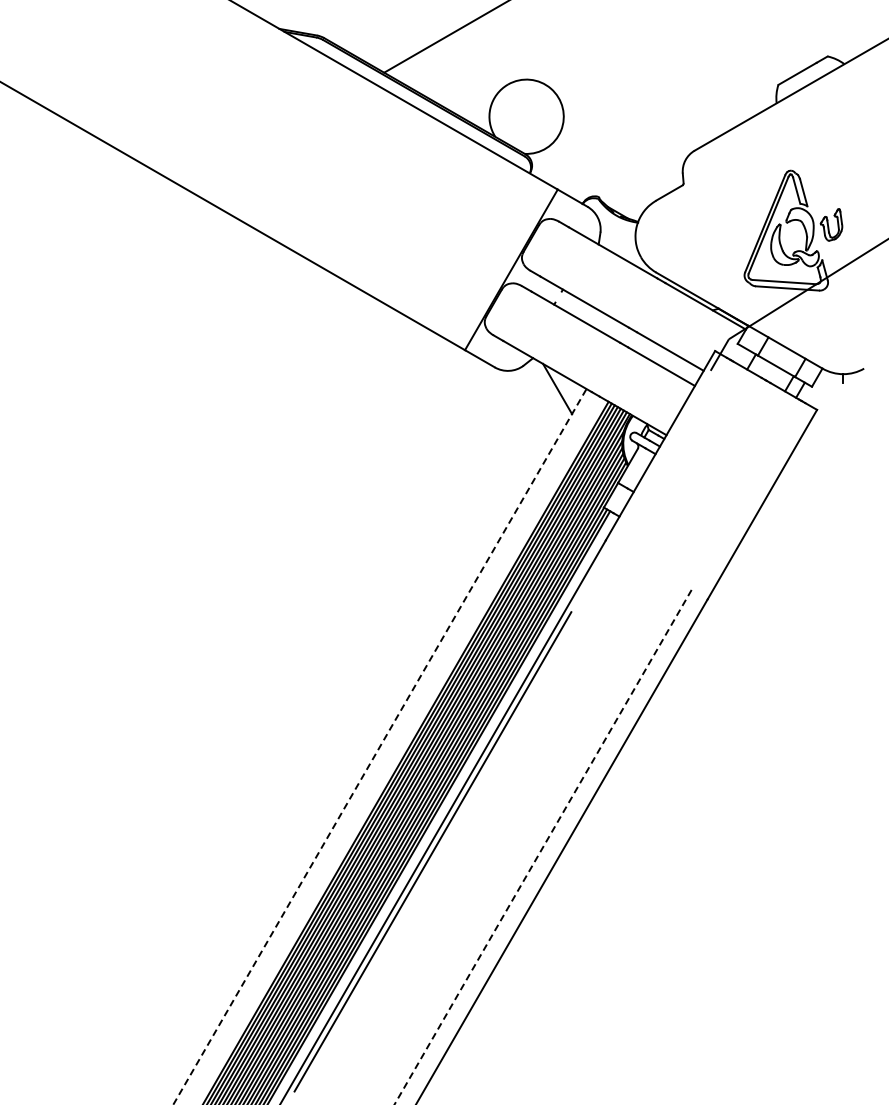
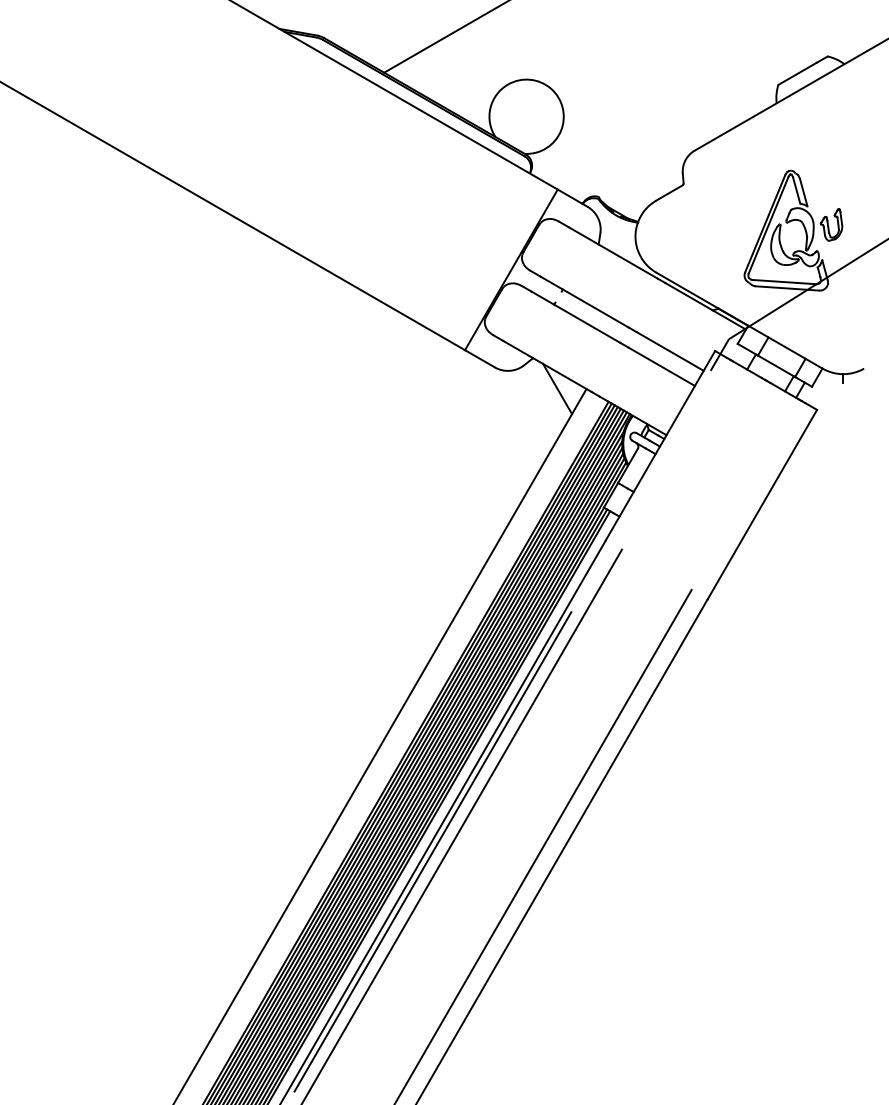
line at (380, 746): dashed -> solid
line at (462, 825): none -> present
line at (542, 847): dashed -> solid
